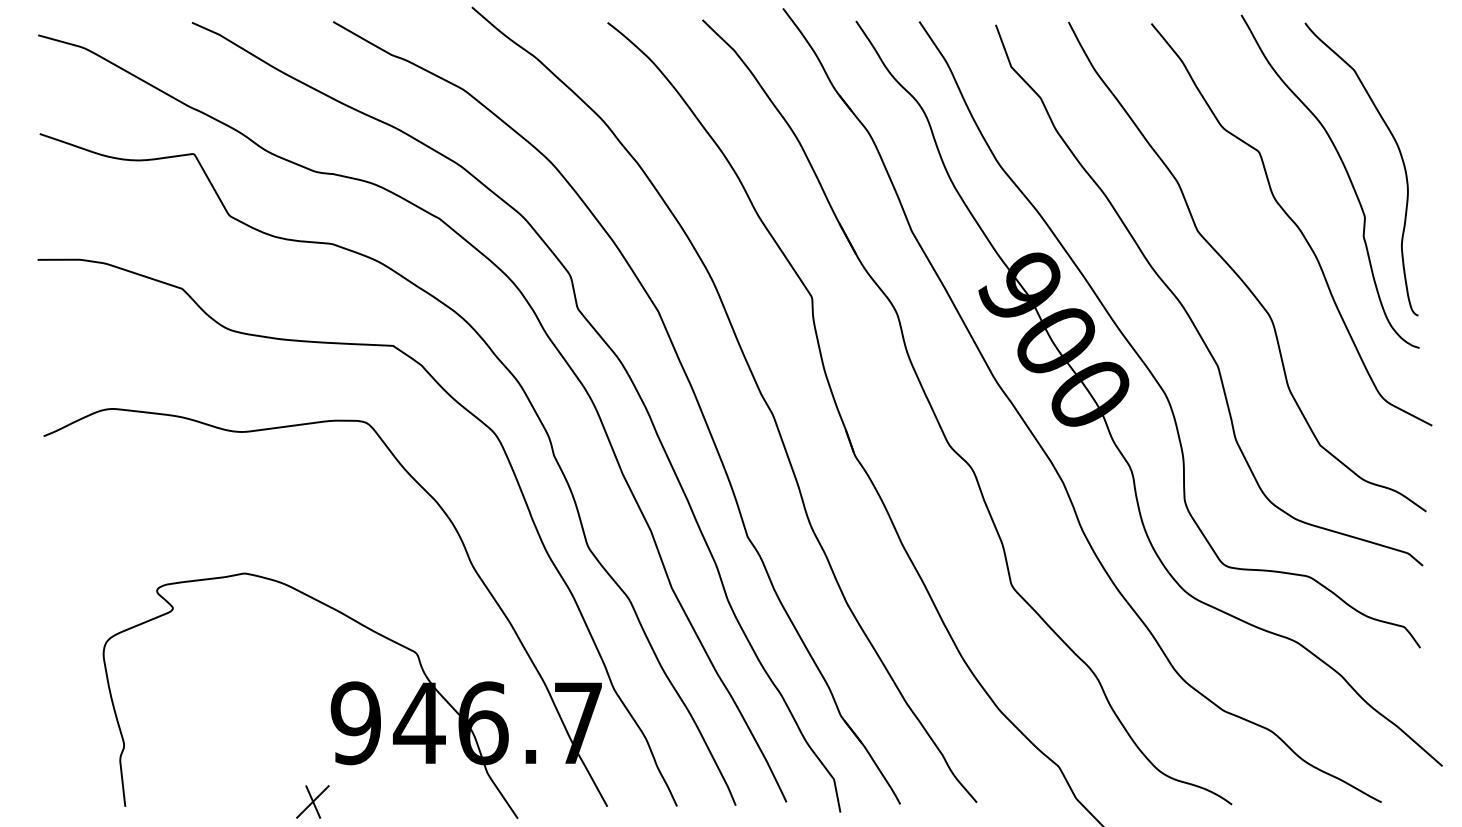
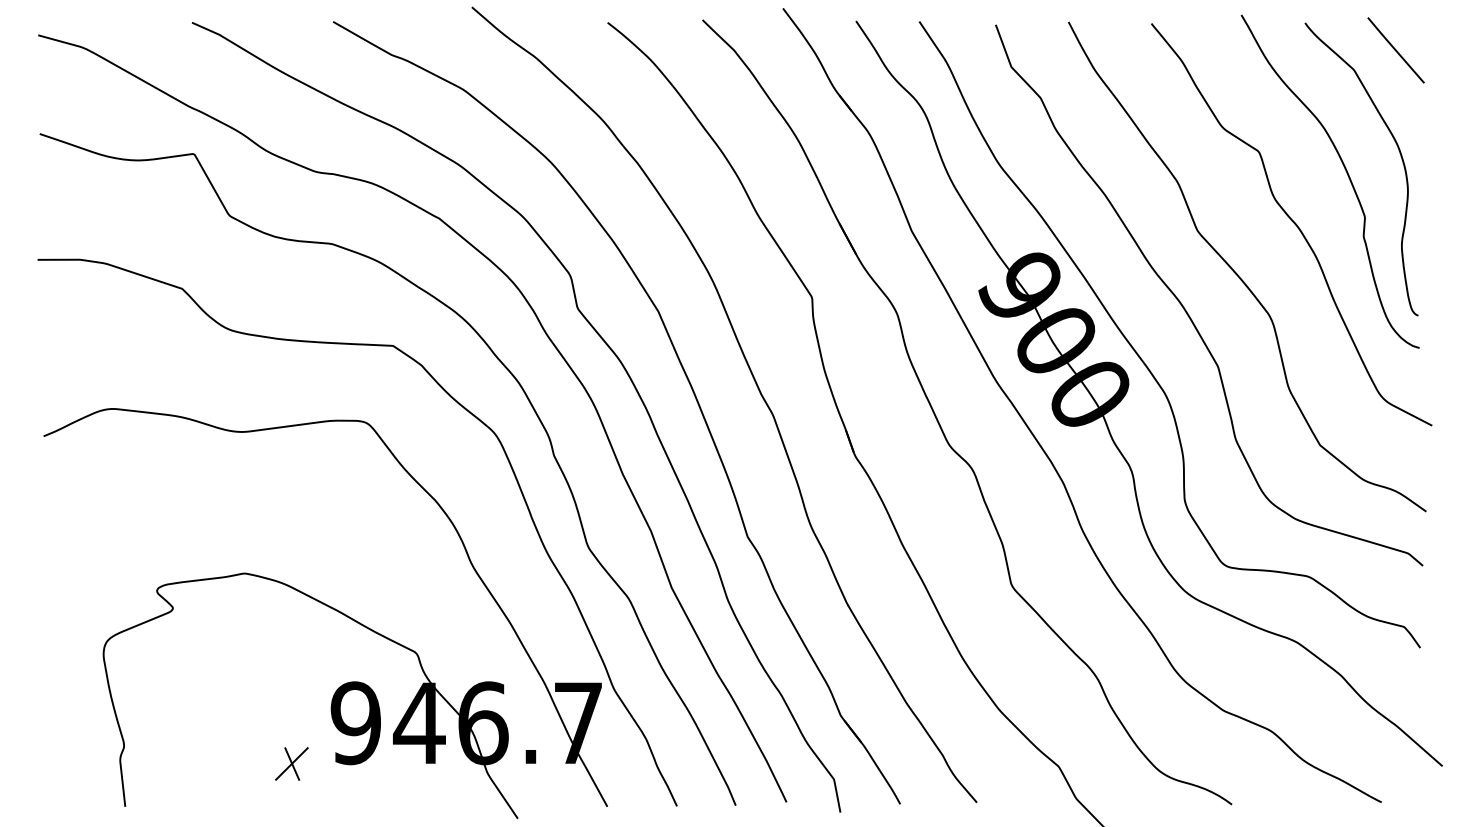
line at (1395, 50): none -> present
part at (312, 801) position: (312, 801) -> (291, 763)
